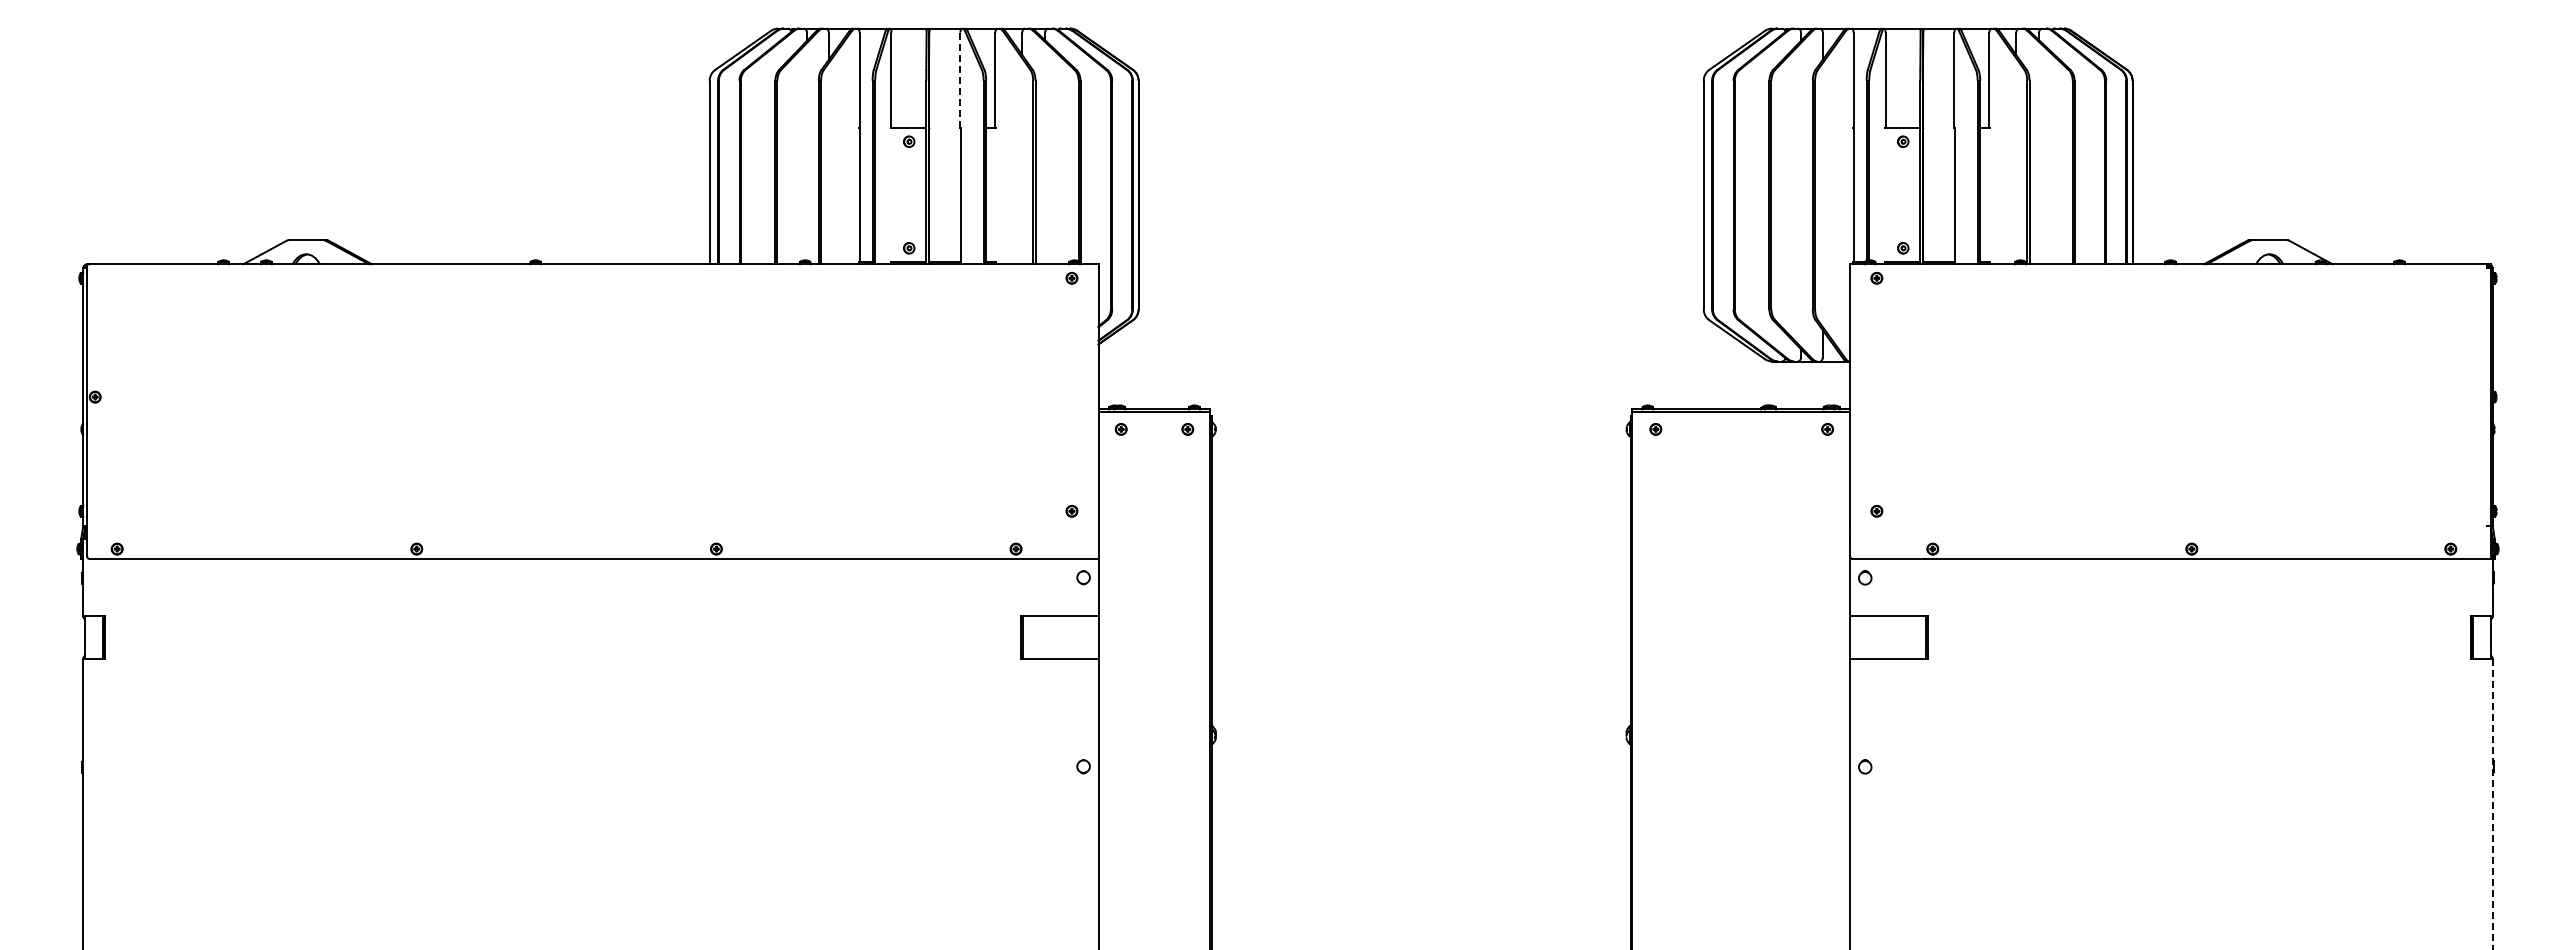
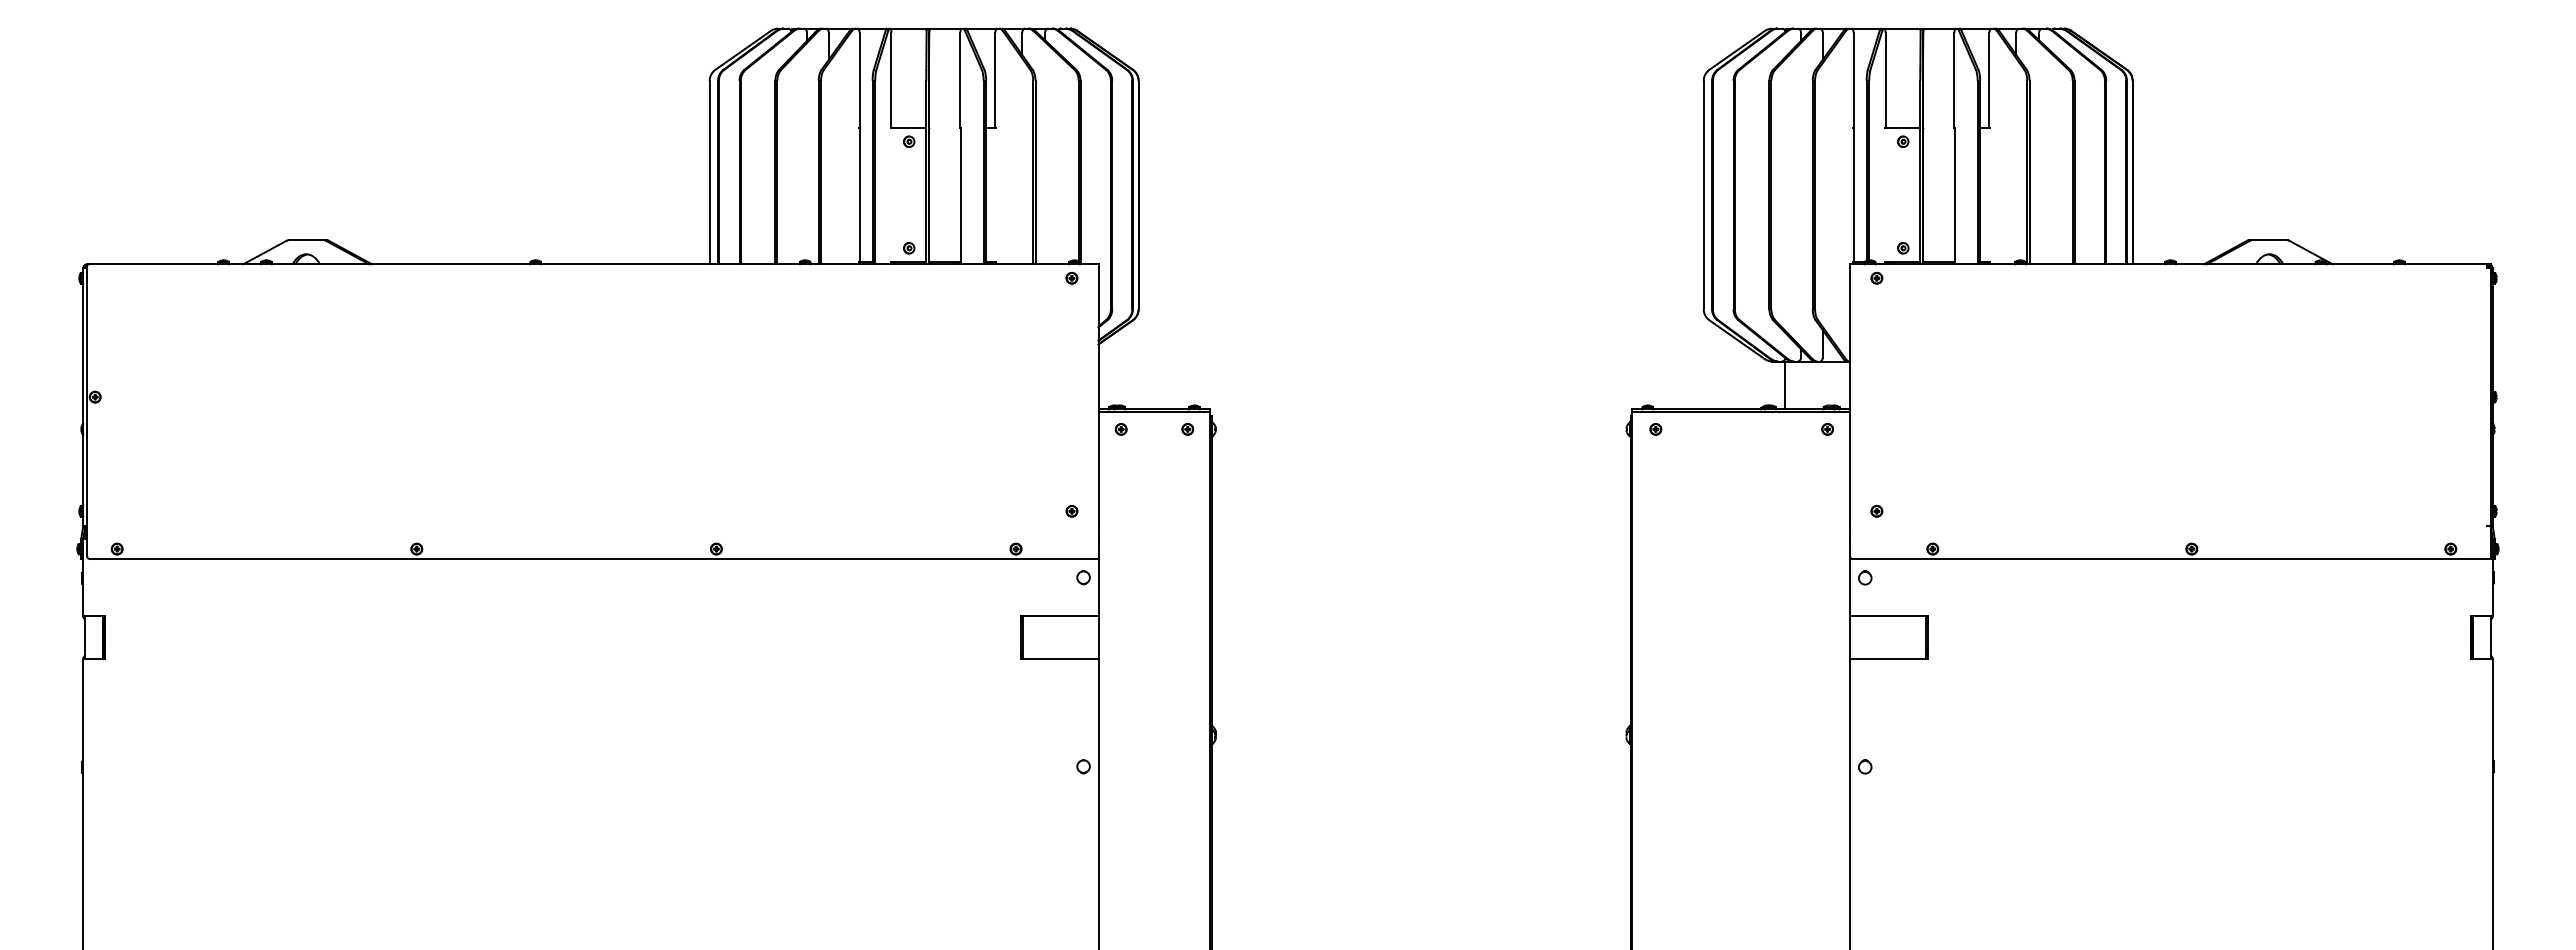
line at (960, 80): dashed -> solid
line at (1785, 385): none -> present
line at (2492, 804): dashed -> solid
